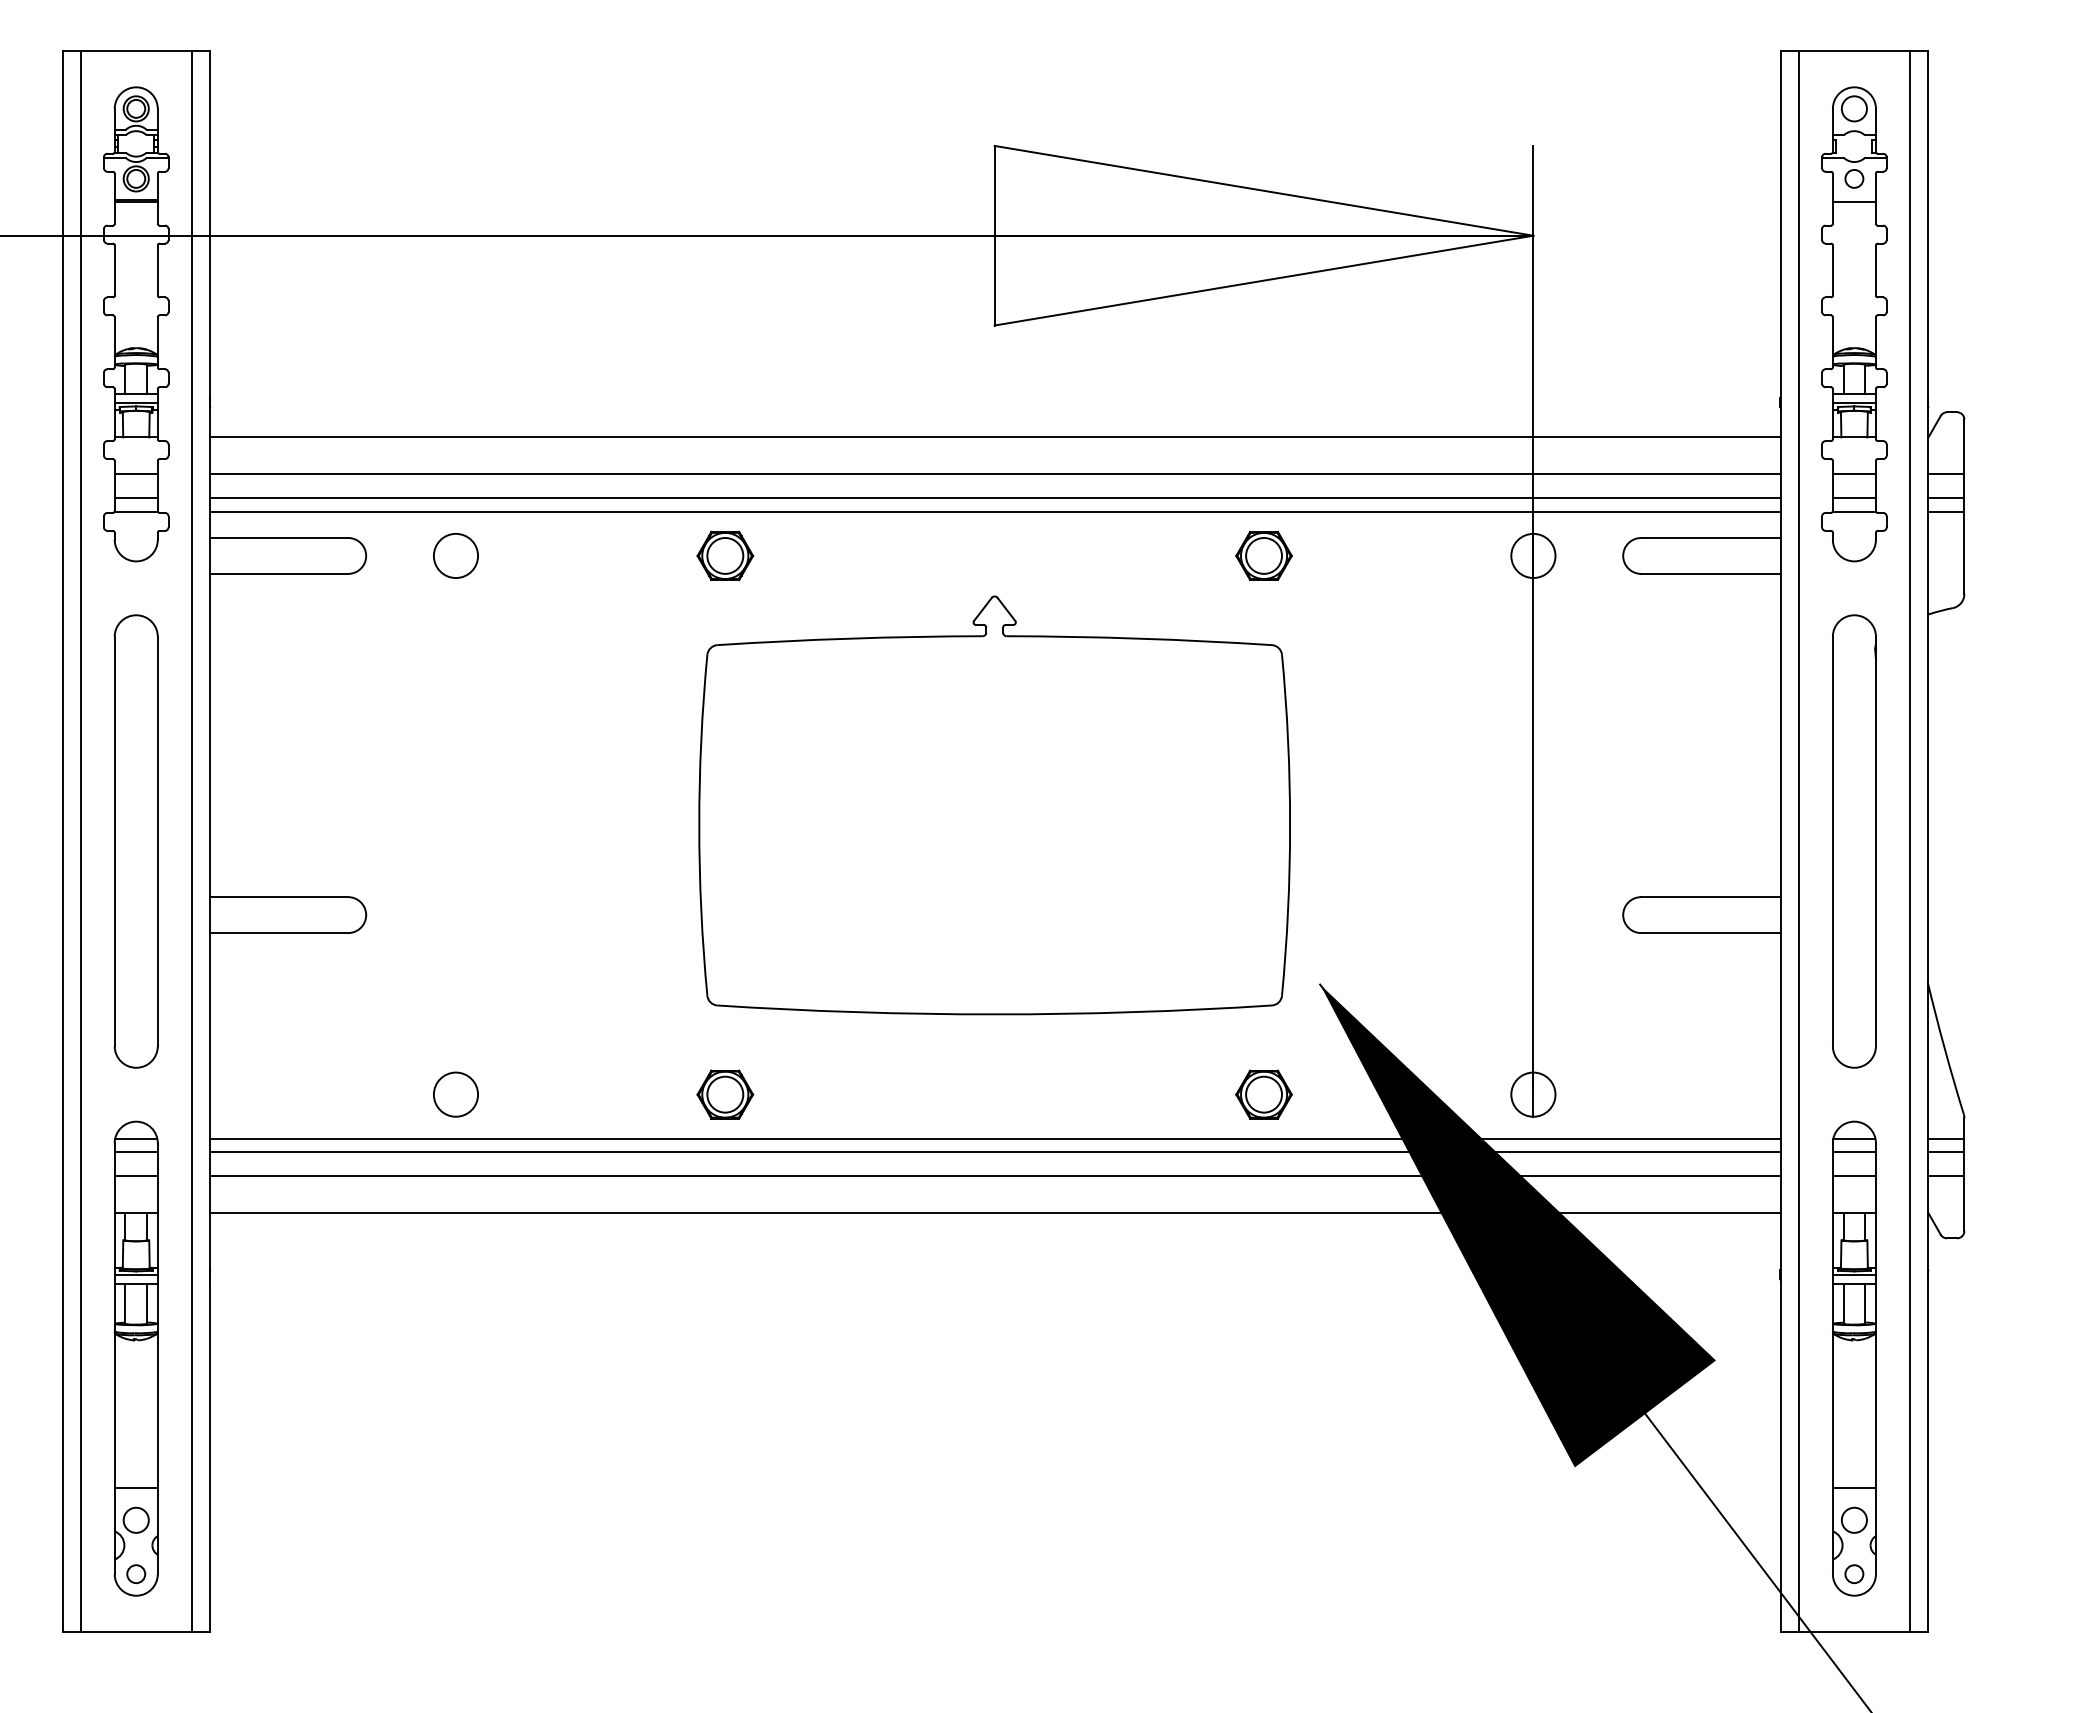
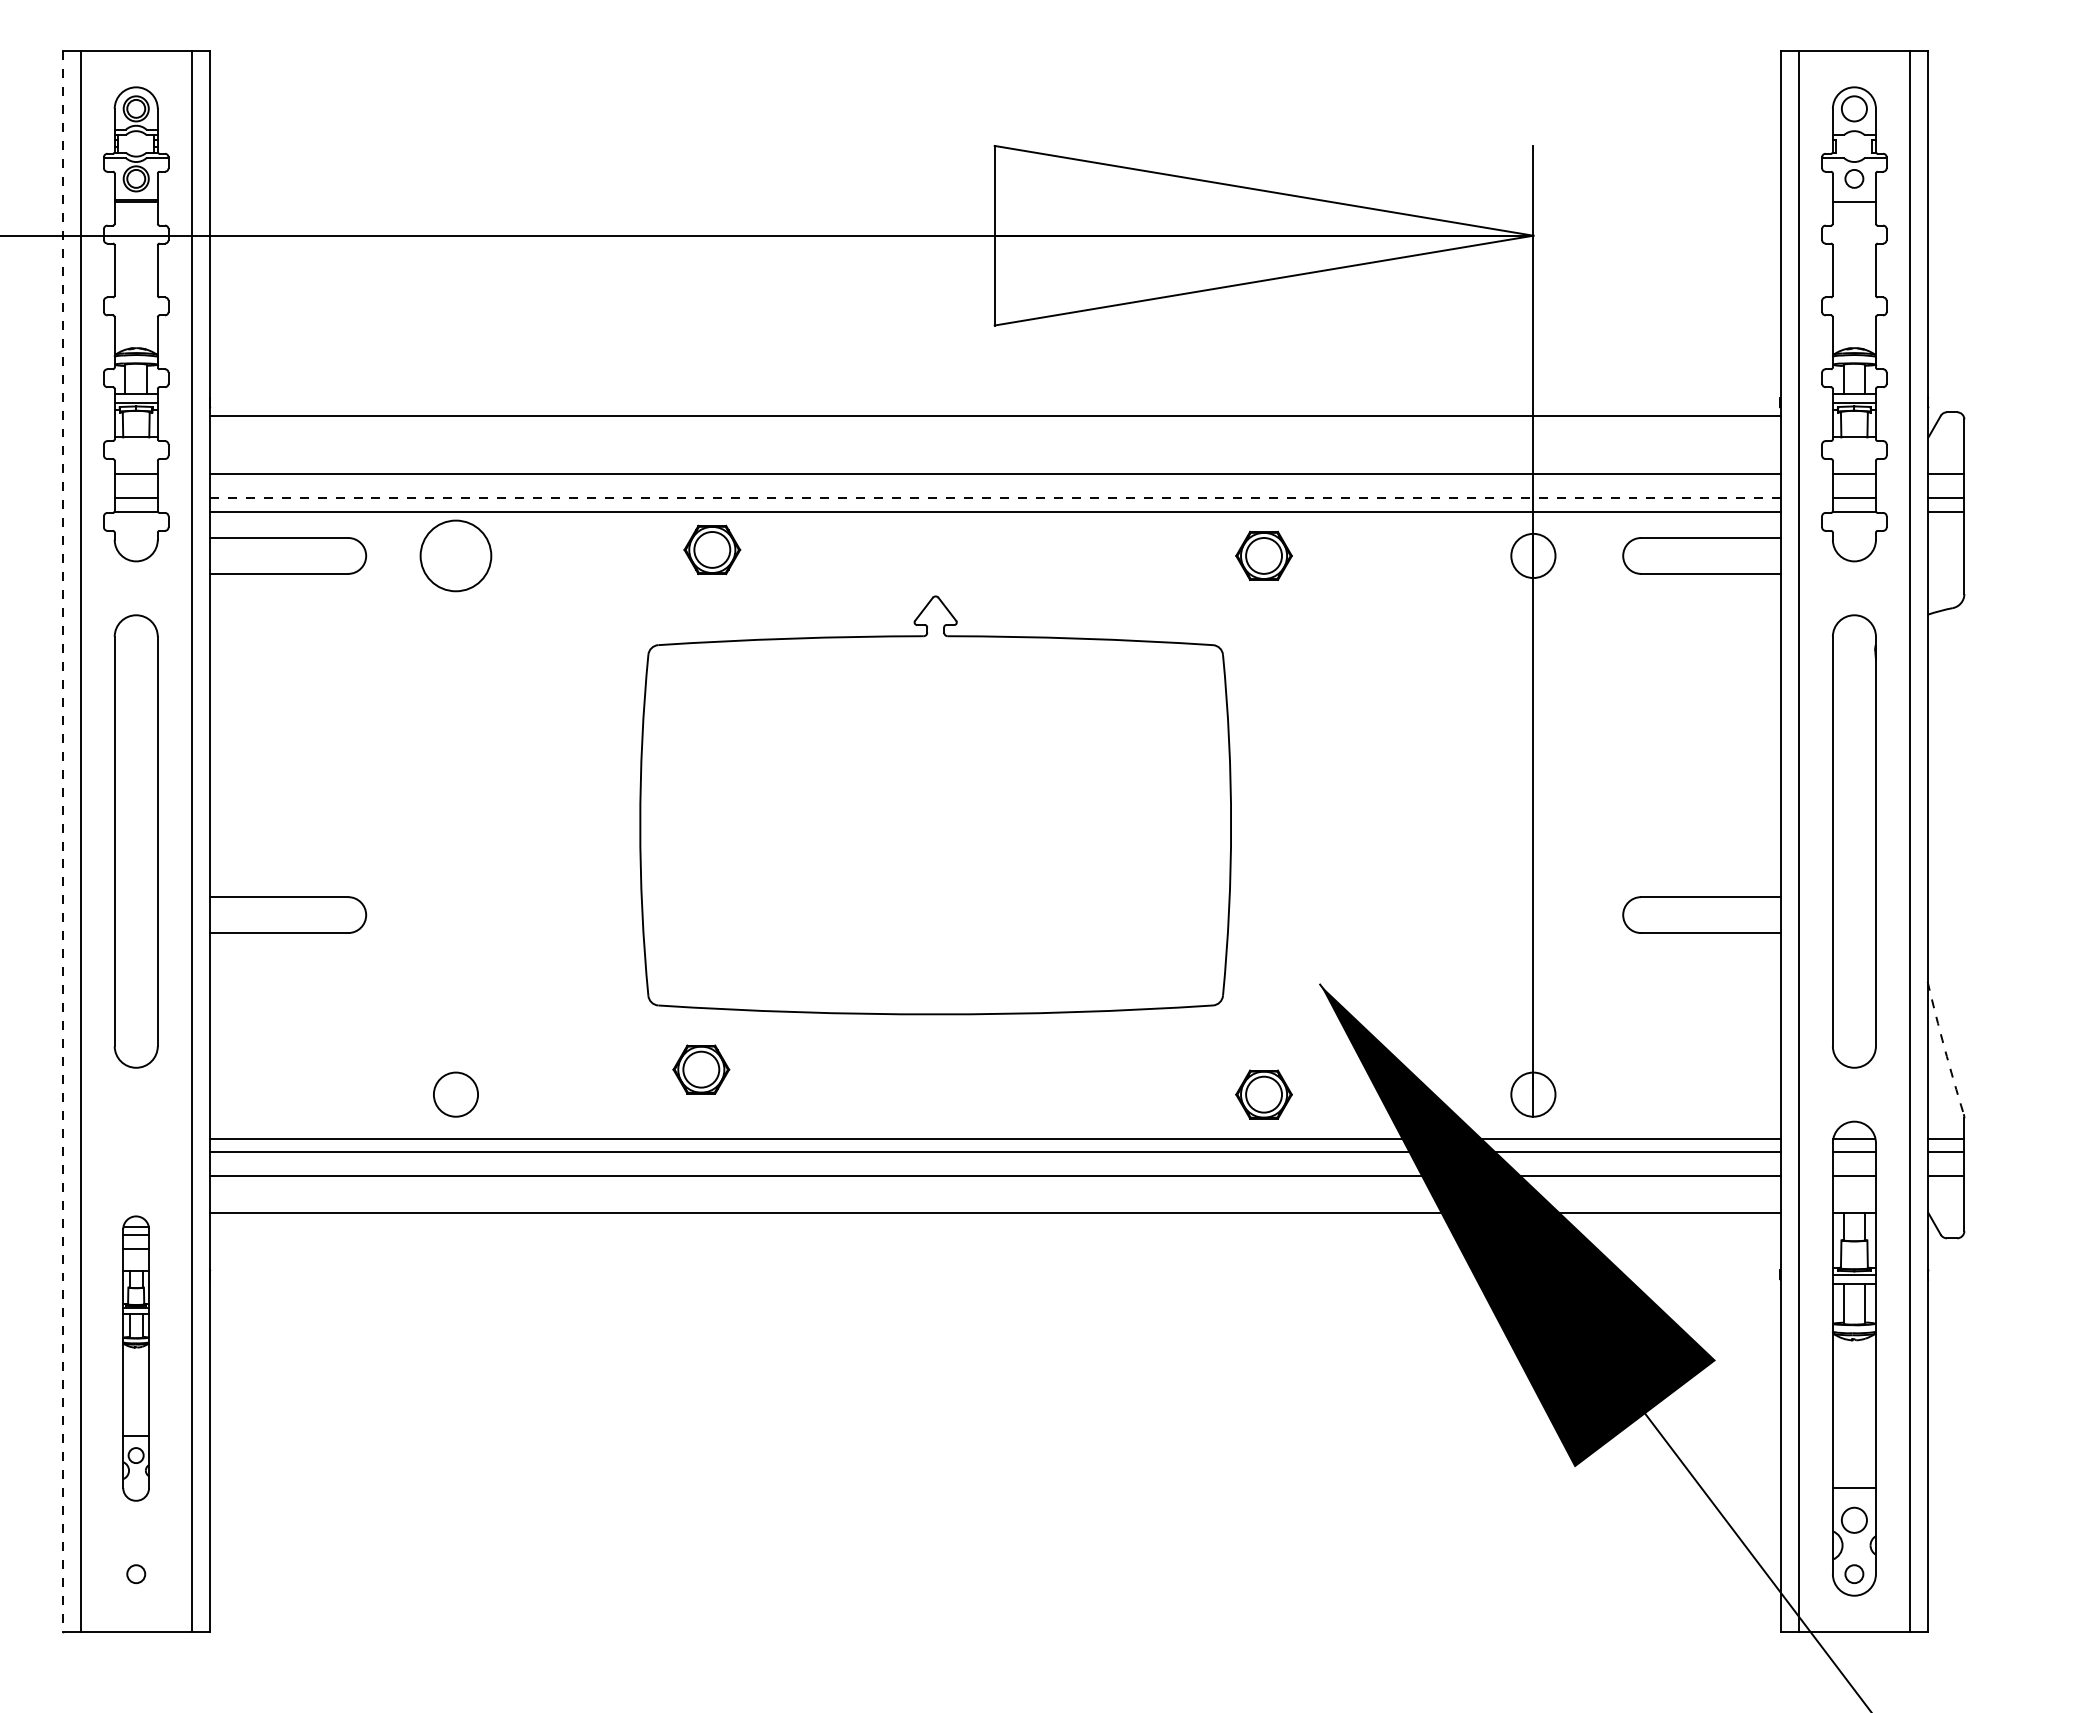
line at (995, 437) position: (995, 437) -> (995, 416)
line at (995, 498): solid -> dashed
circle at (455, 555) diameter: 44 px -> 71 px
part at (725, 555) position: (725, 555) -> (712, 549)
part at (994, 805) position: (994, 805) -> (935, 805)
line at (63, 842): solid -> dashed
arc at (1944, 1048): solid -> dashed
part at (725, 1094) position: (725, 1094) -> (701, 1069)
part at (135, 1358) size: 46x477 px -> 28x287 px
